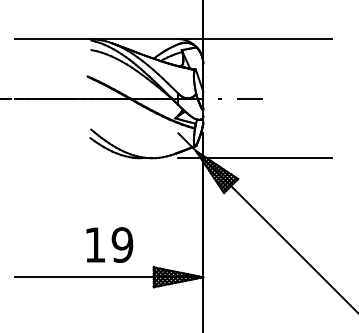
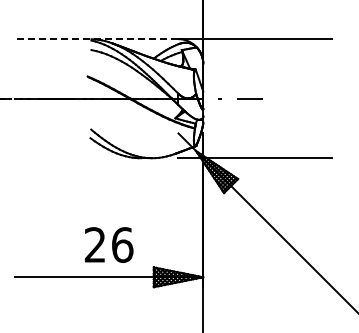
line at (96, 39): solid -> dashed
text at (109, 244): 19 -> 26
